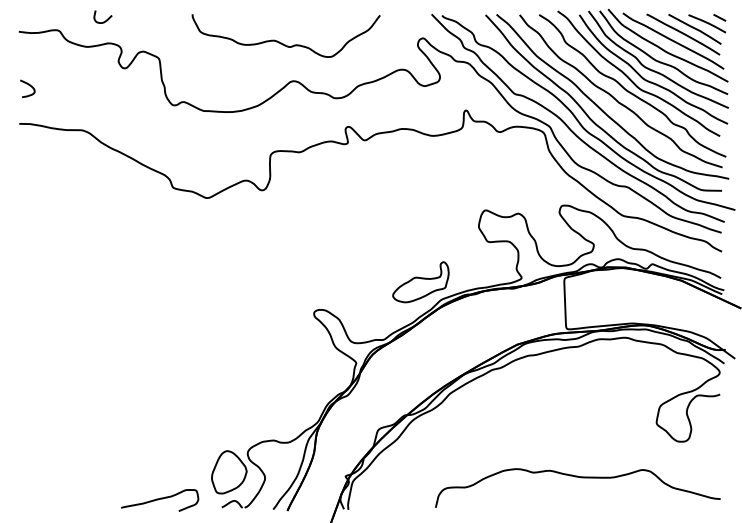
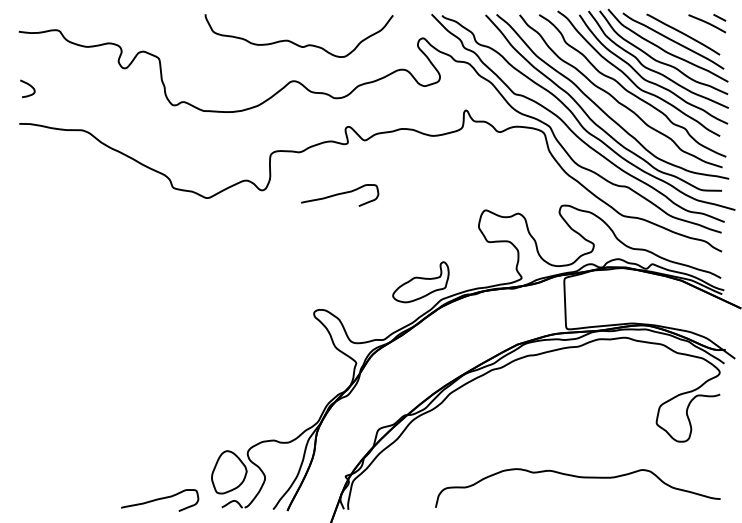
curve at (106, 19): present -> none
line at (694, 29): present -> none
curve at (281, 42) position: (281, 42) -> (294, 42)
curve at (340, 194): none -> present
